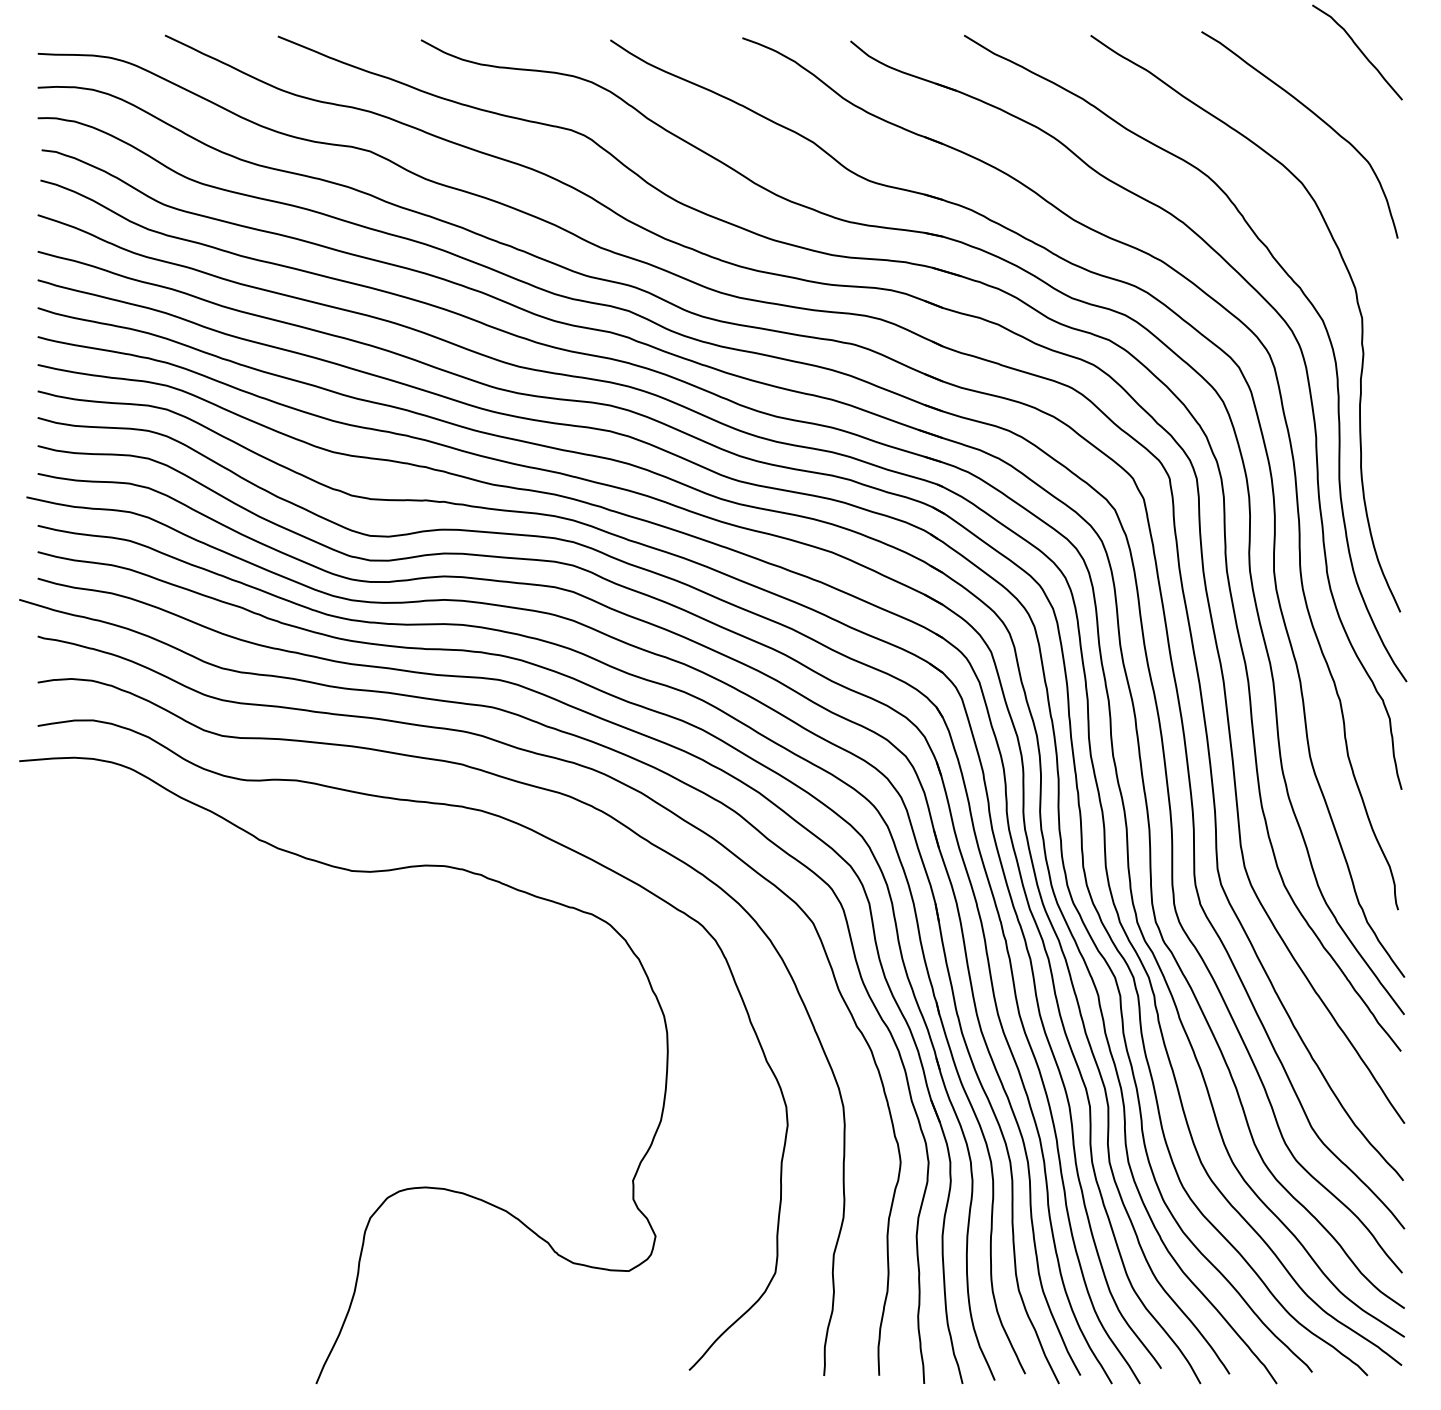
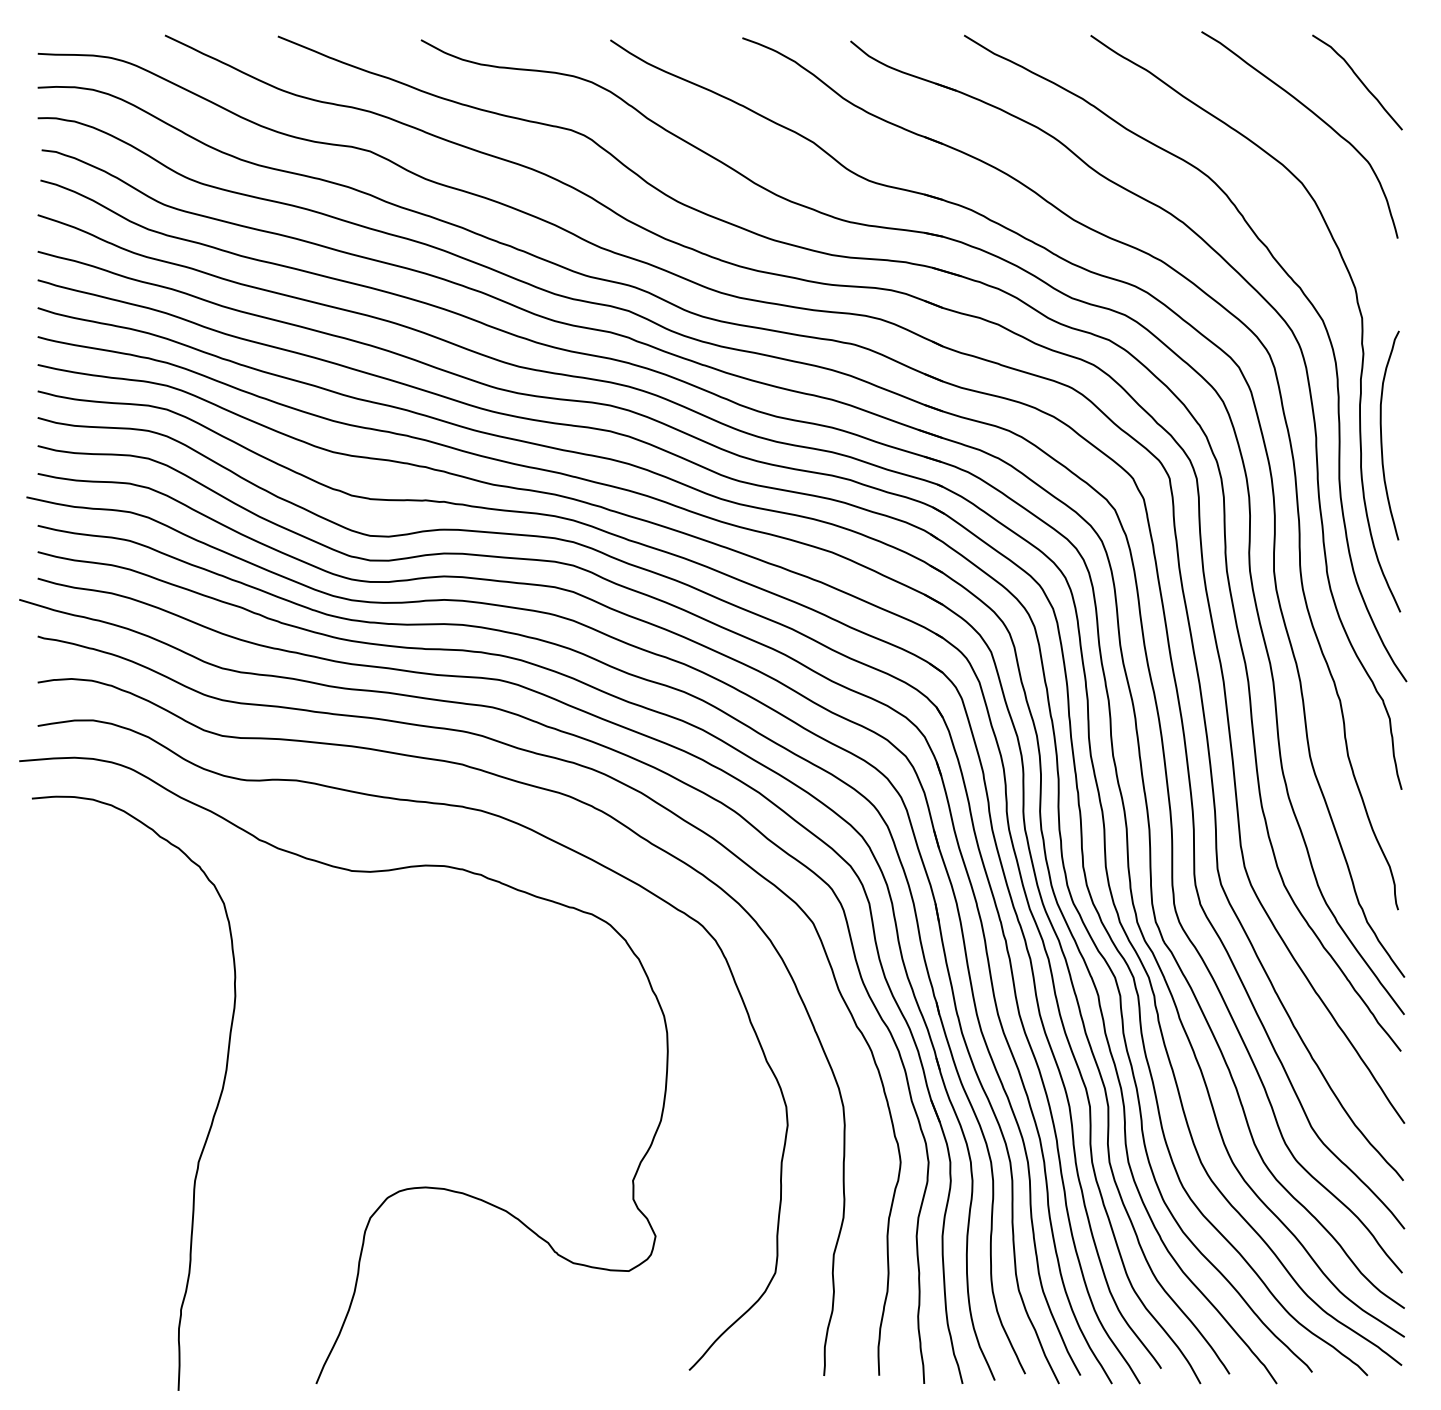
curve at (1359, 50) position: (1359, 50) -> (1359, 80)
curve at (1382, 436): none -> present
curve at (212, 1117): none -> present
